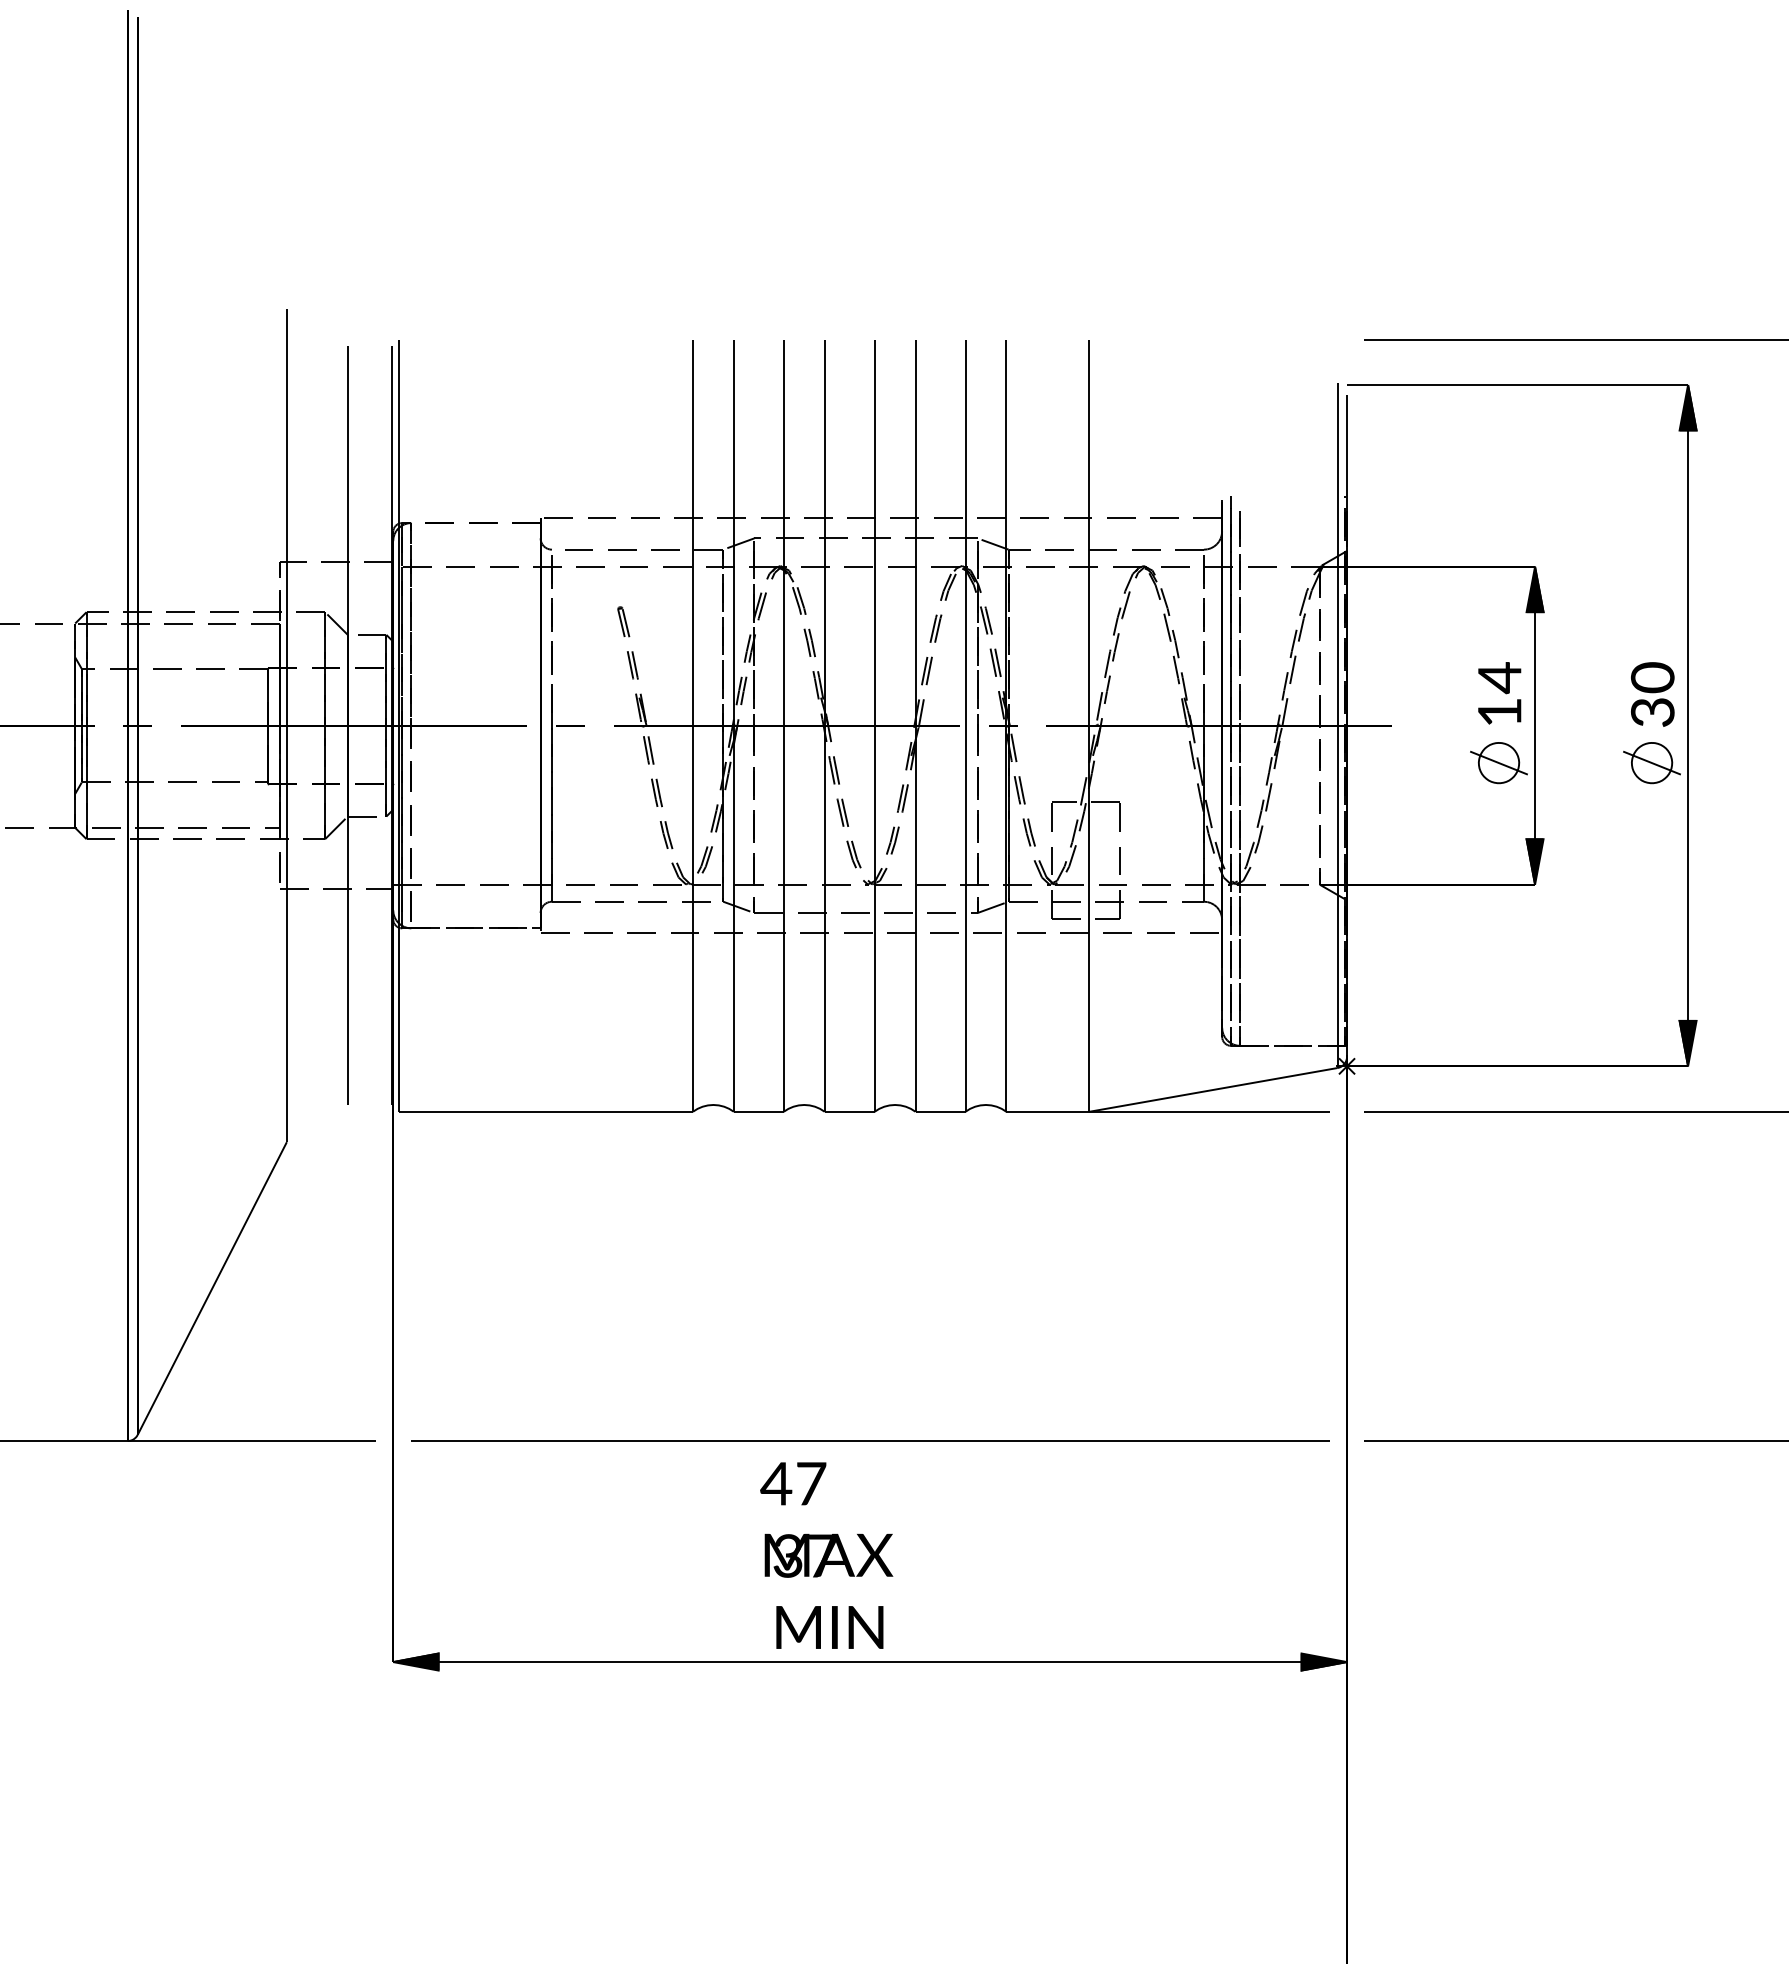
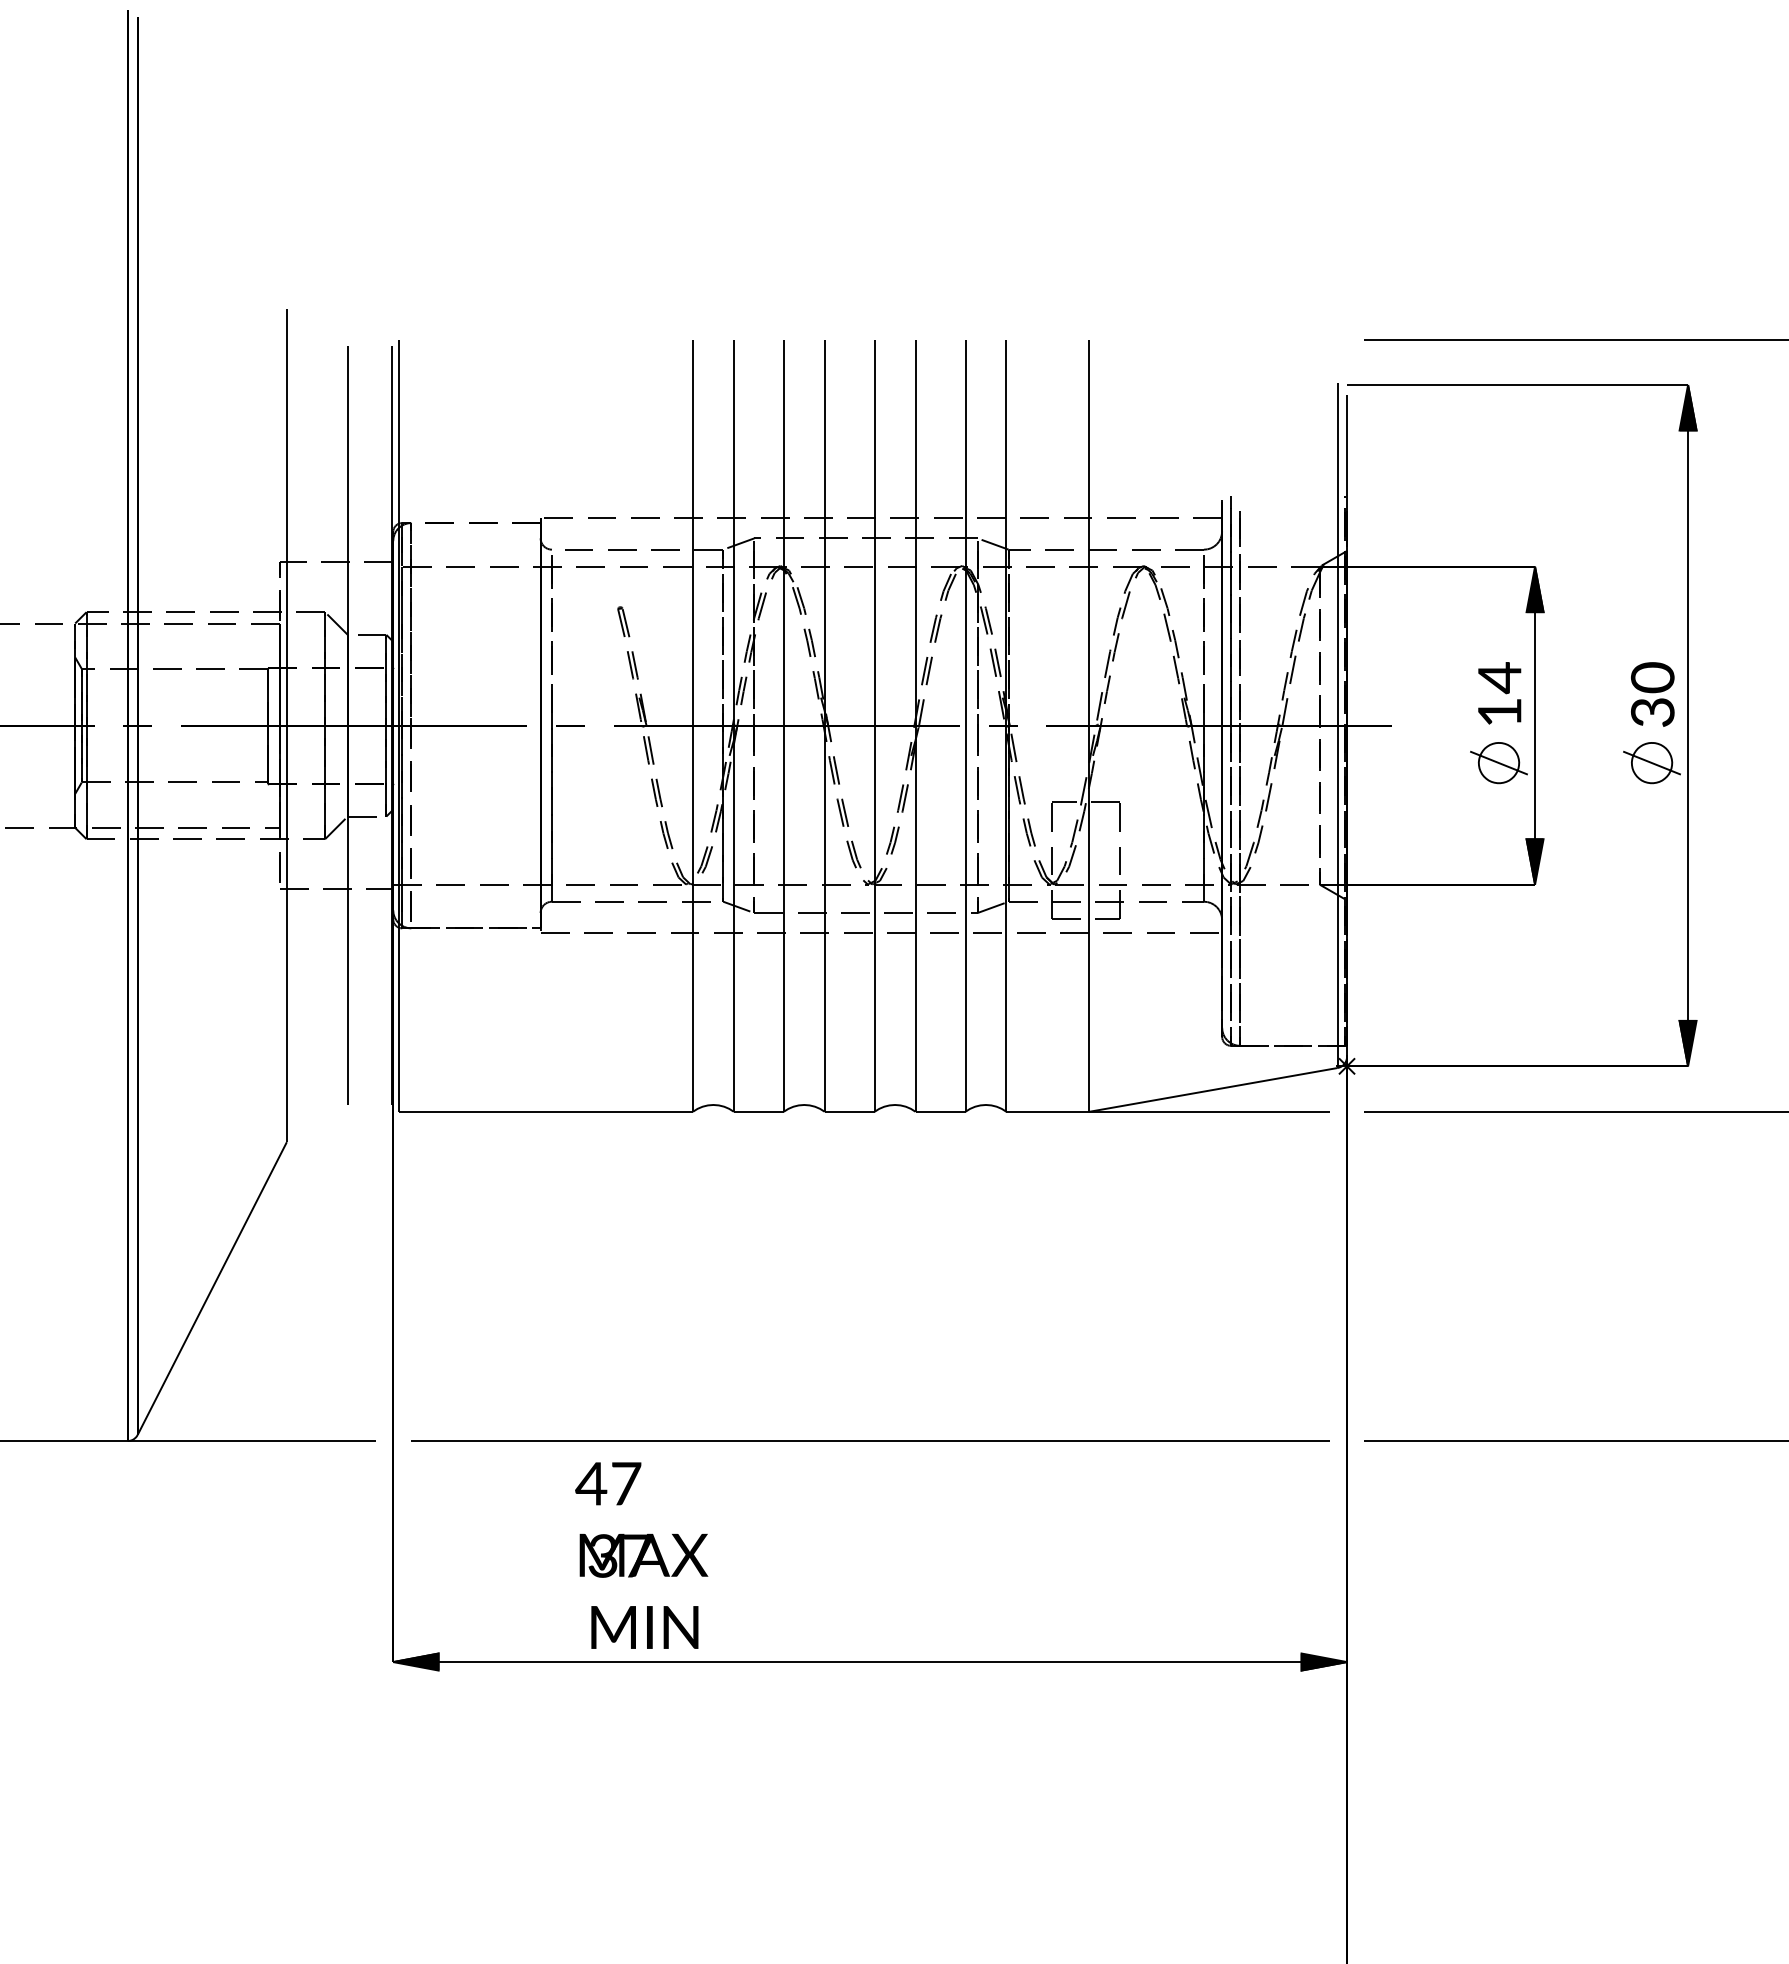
text at (826, 1555) position: (826, 1555) -> (641, 1555)
